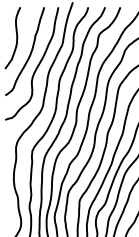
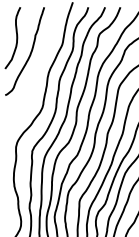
curve at (36, 66): present -> none
